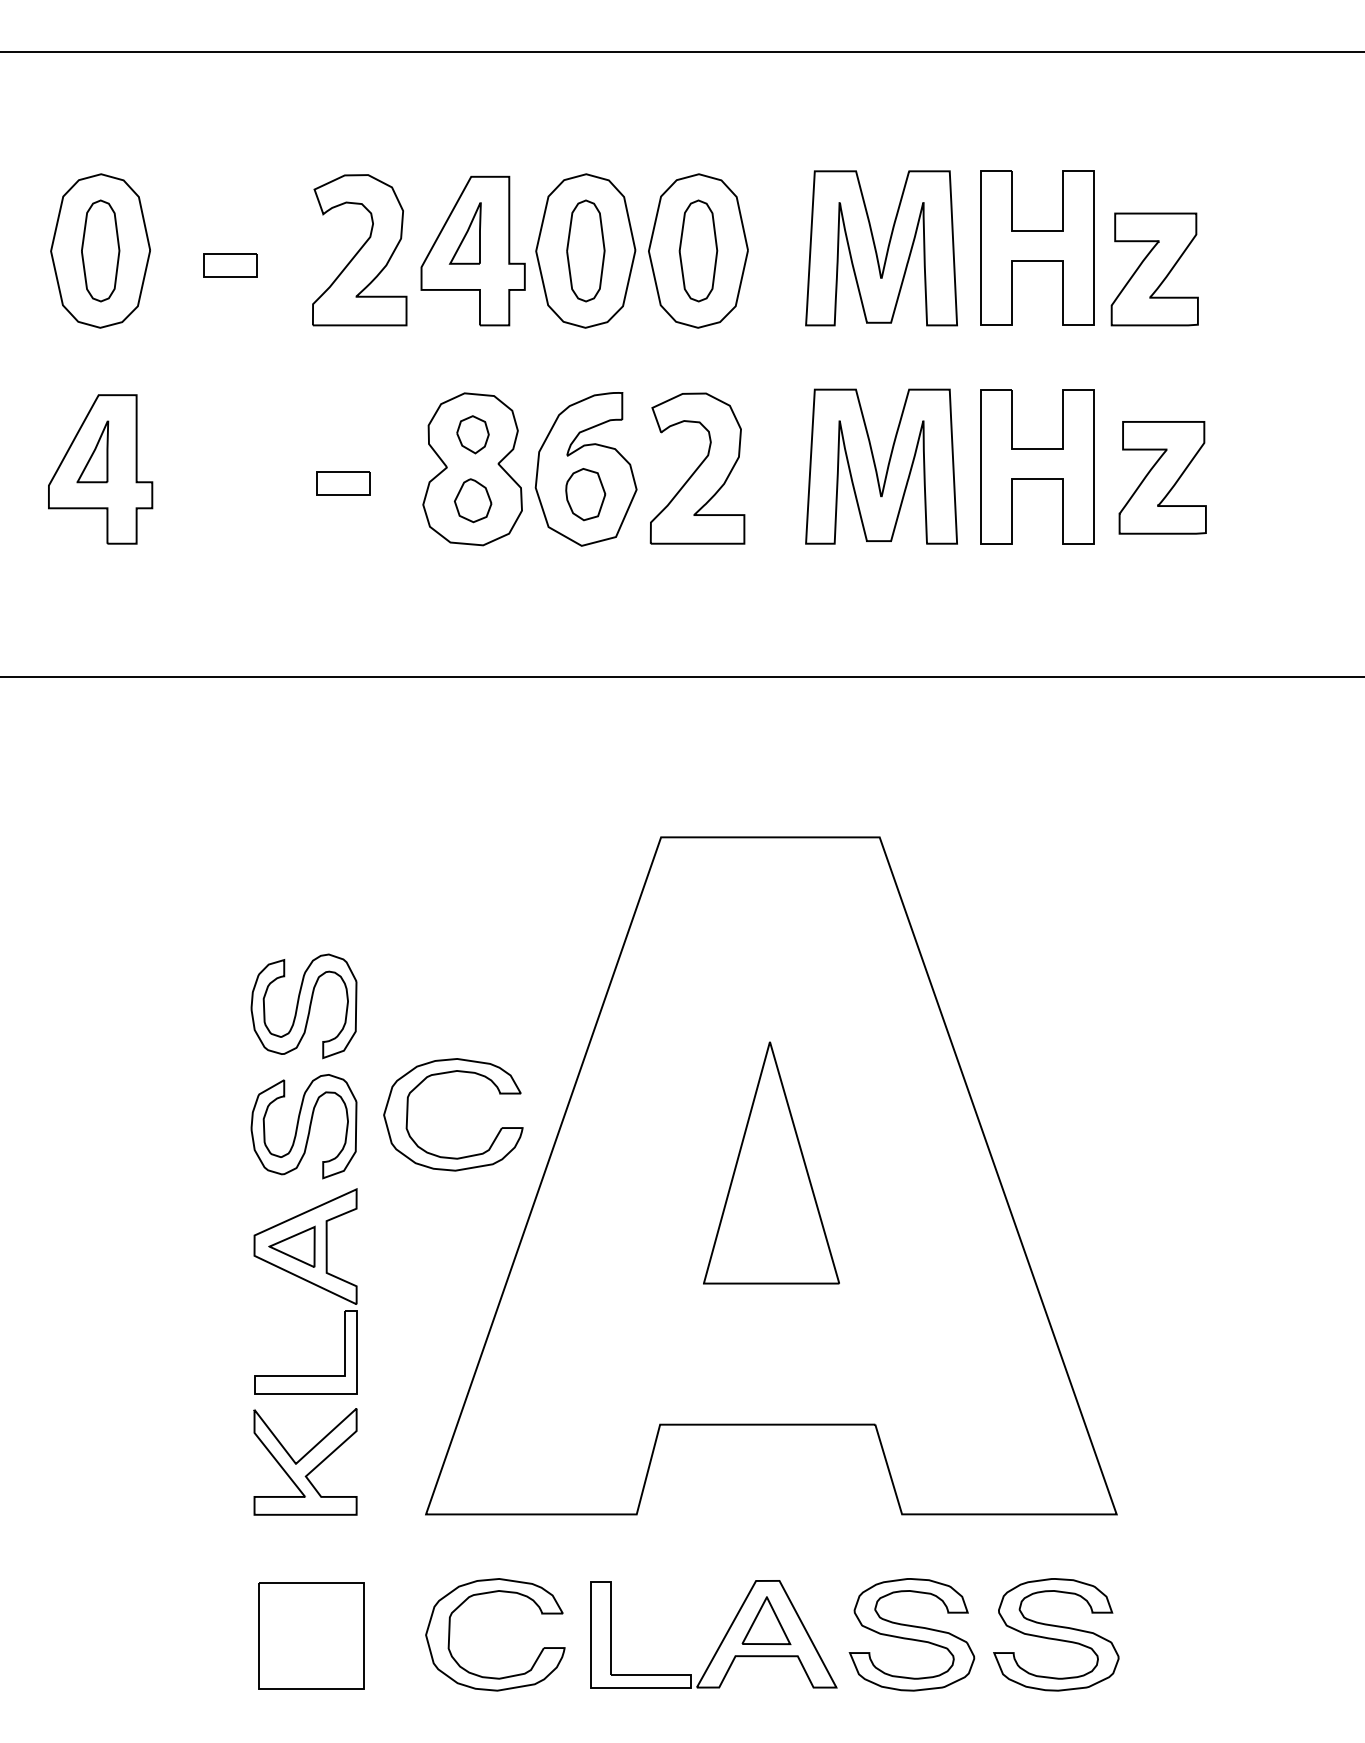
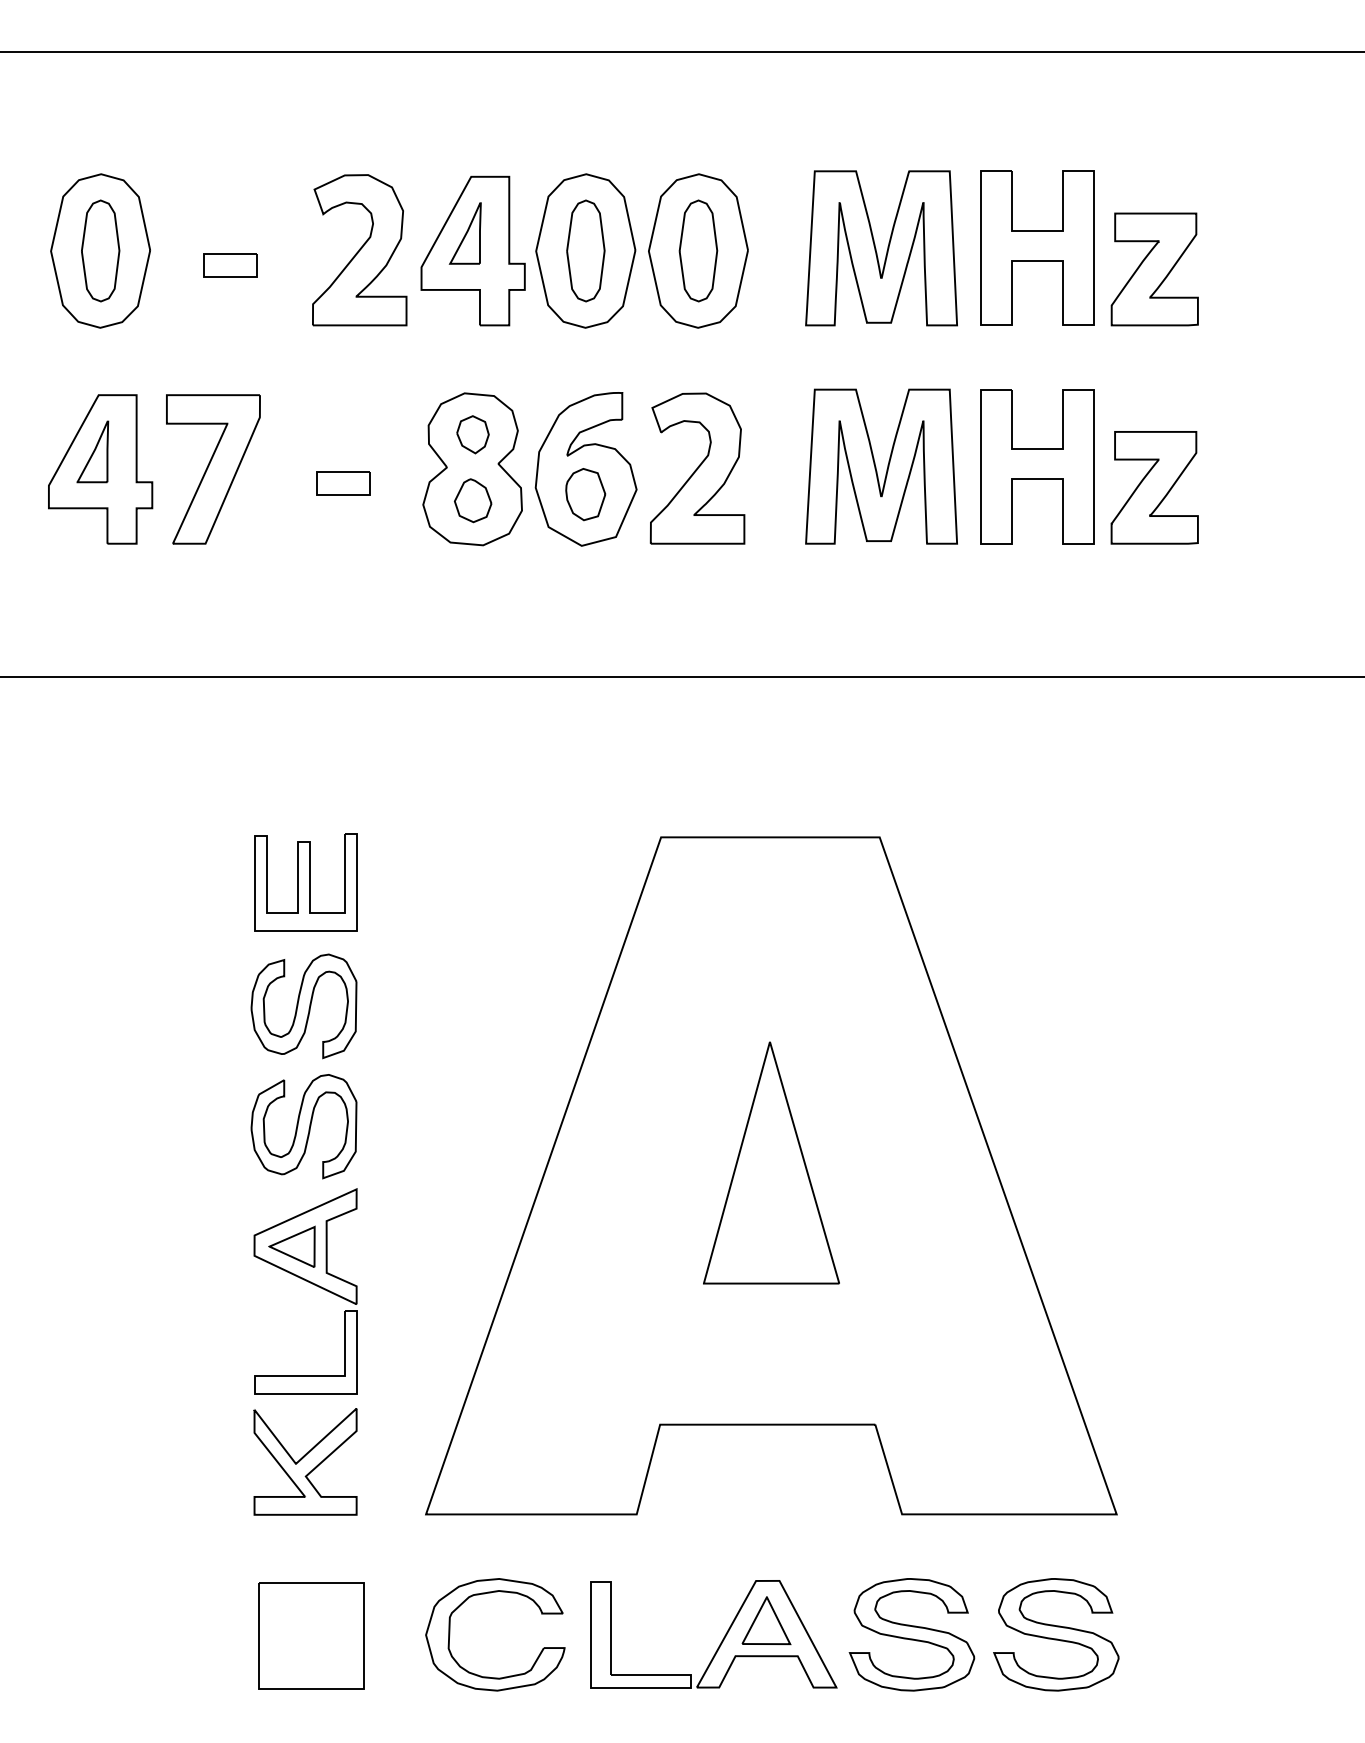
part at (213, 469): none -> present
part at (1162, 477) position: (1162, 477) -> (1154, 487)
part at (305, 882): none -> present
part at (449, 1073): present -> none
